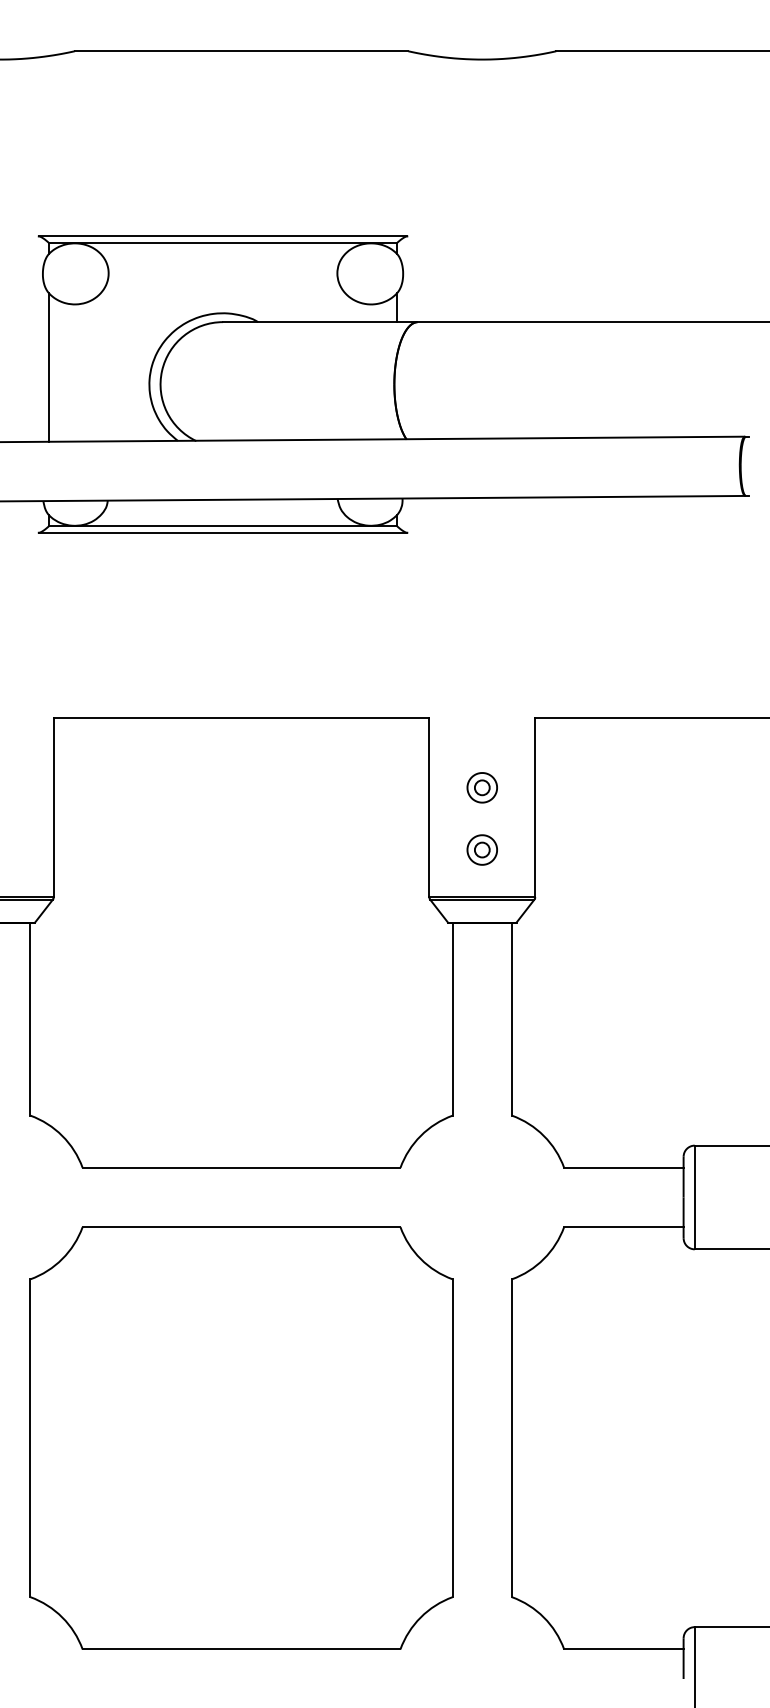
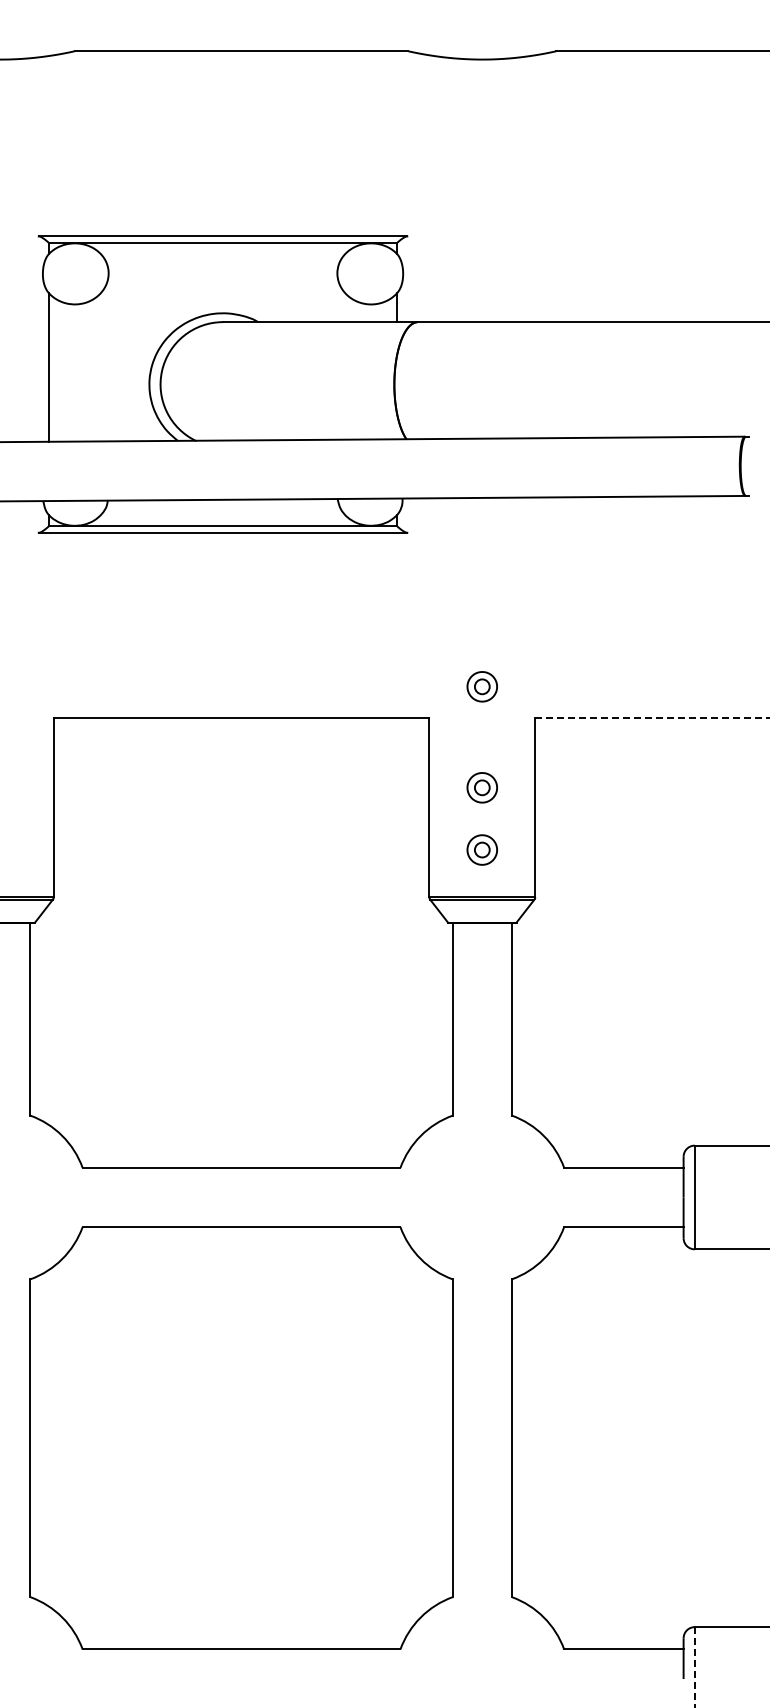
part at (481, 686): none -> present
line at (652, 717): solid -> dashed
line at (694, 1668): solid -> dashed
